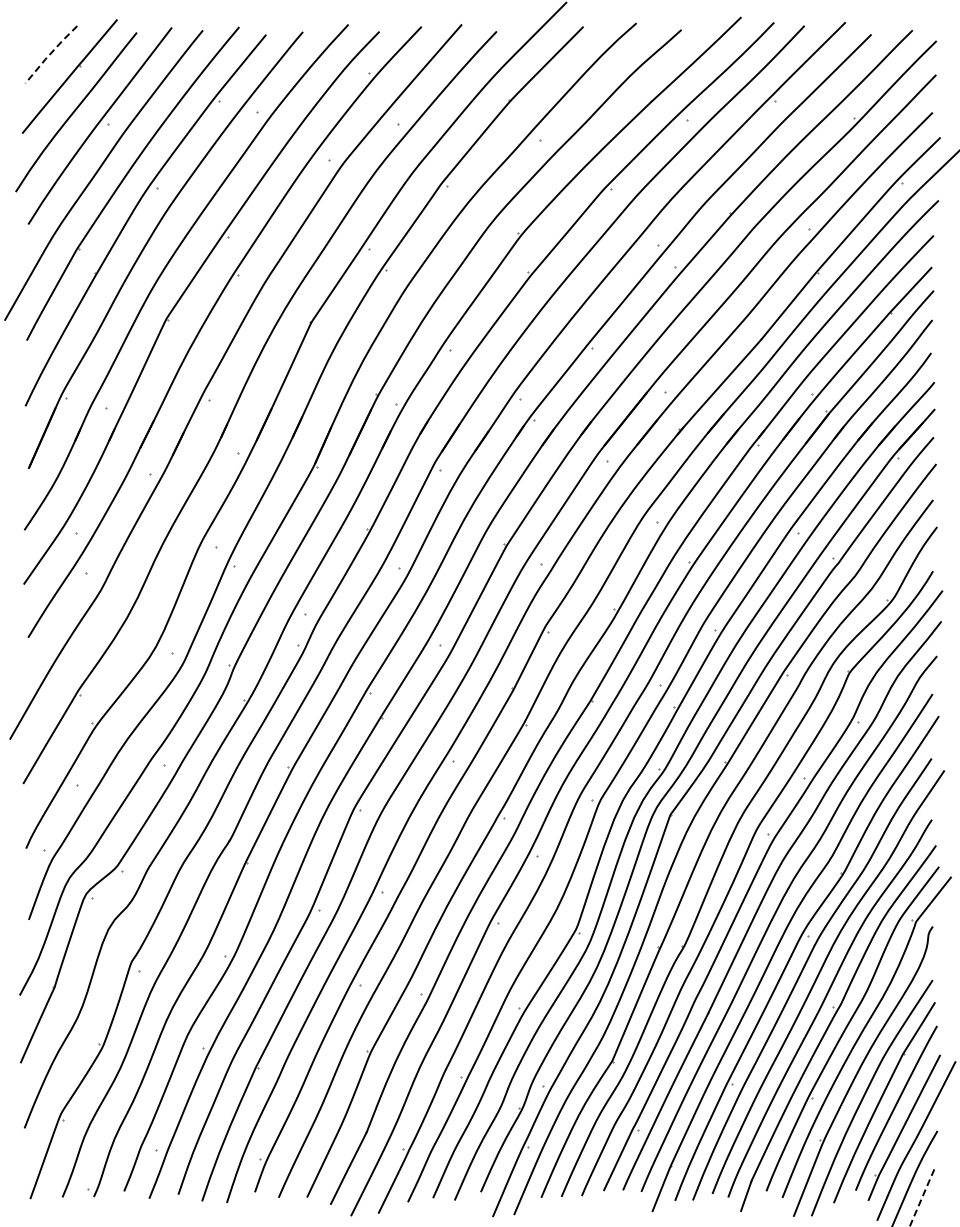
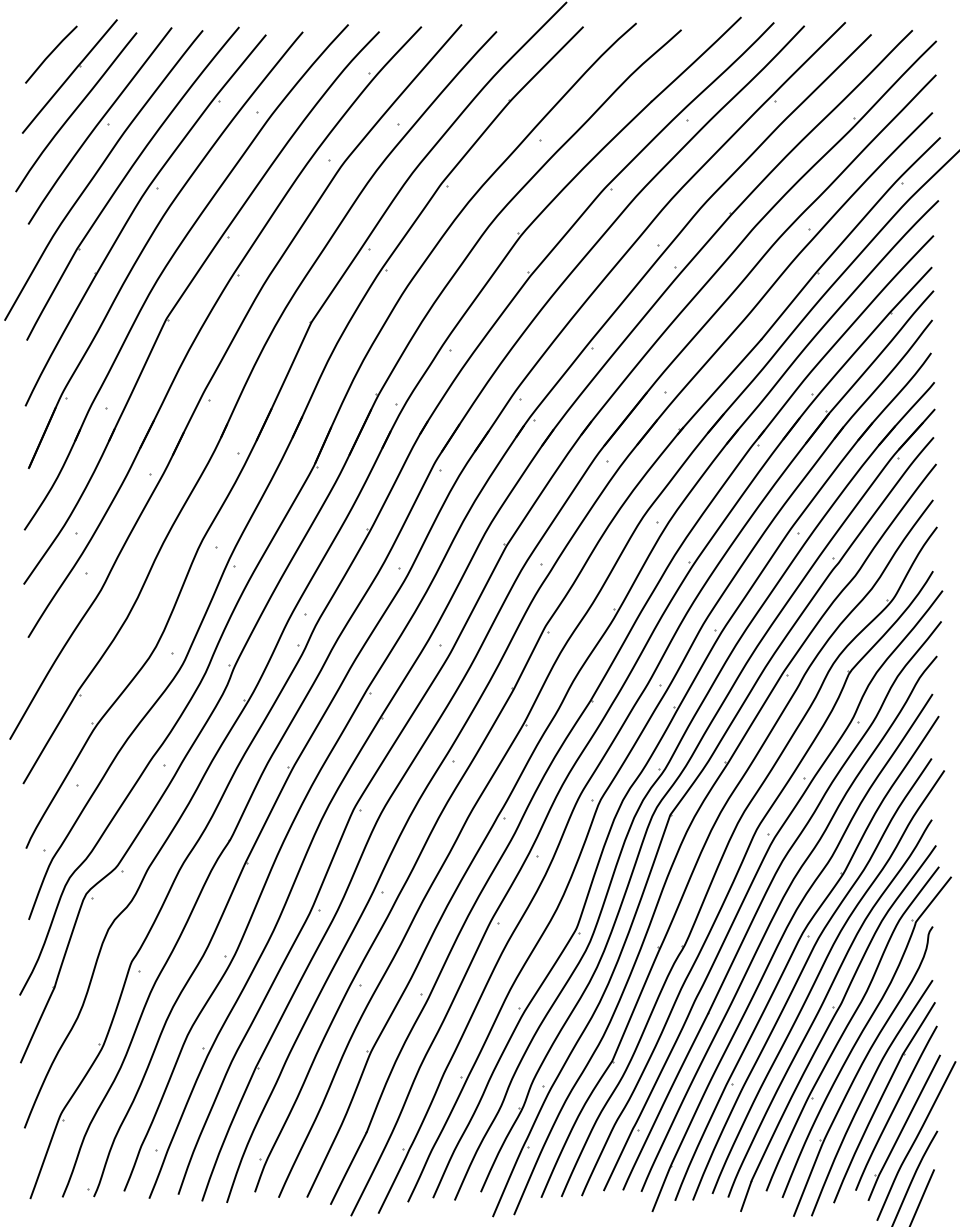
line at (50, 54): dashed -> solid
line at (922, 1196): dashed -> solid
